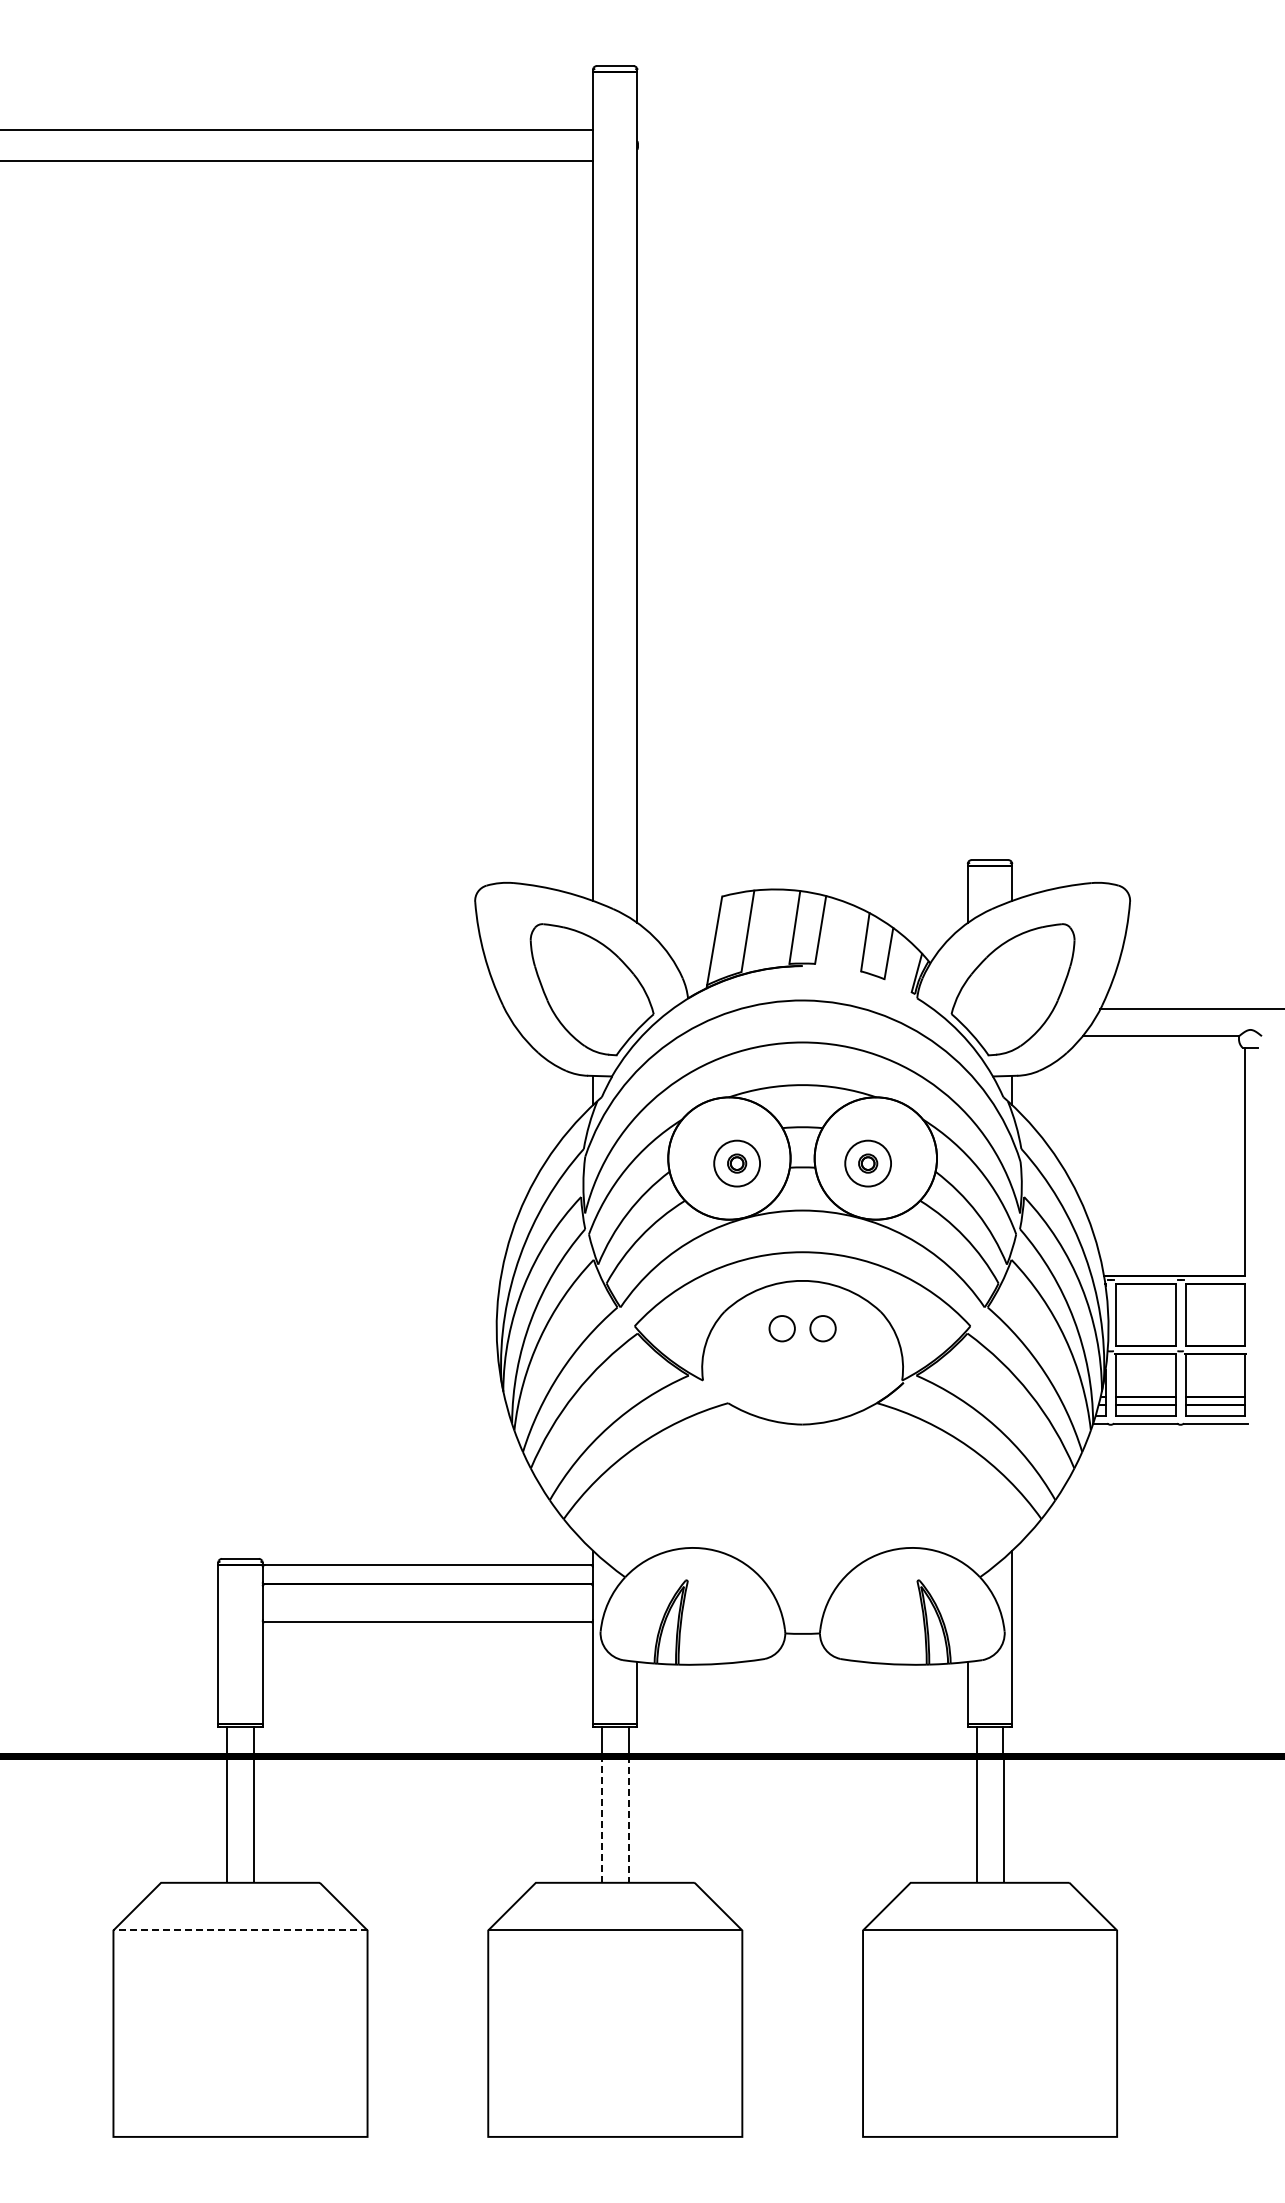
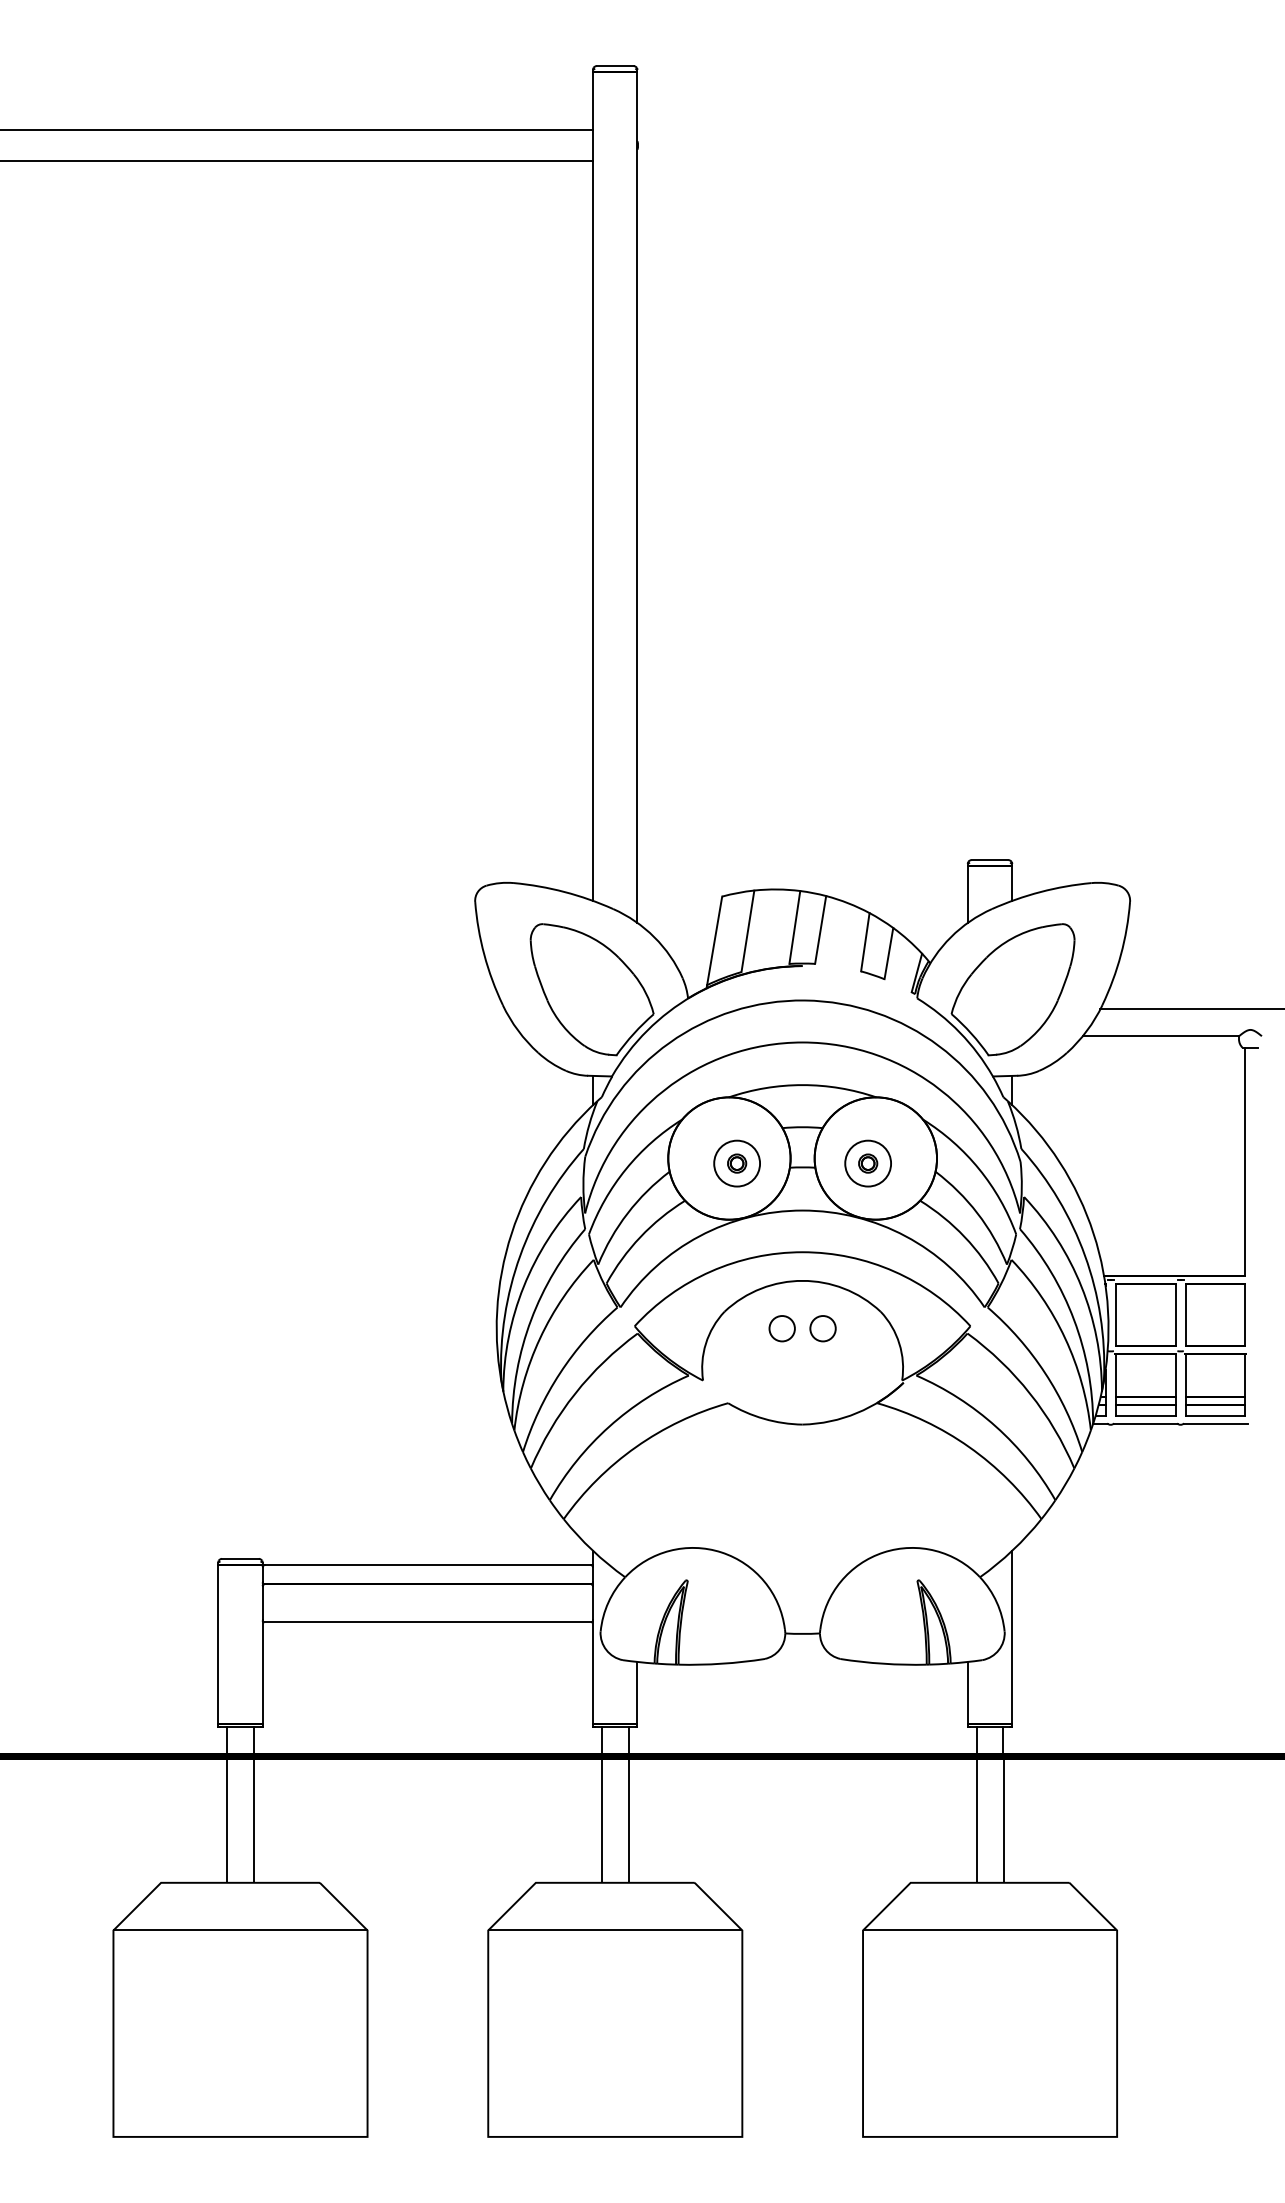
line at (615, 1755): dashed -> solid
line at (240, 1930): dashed -> solid
